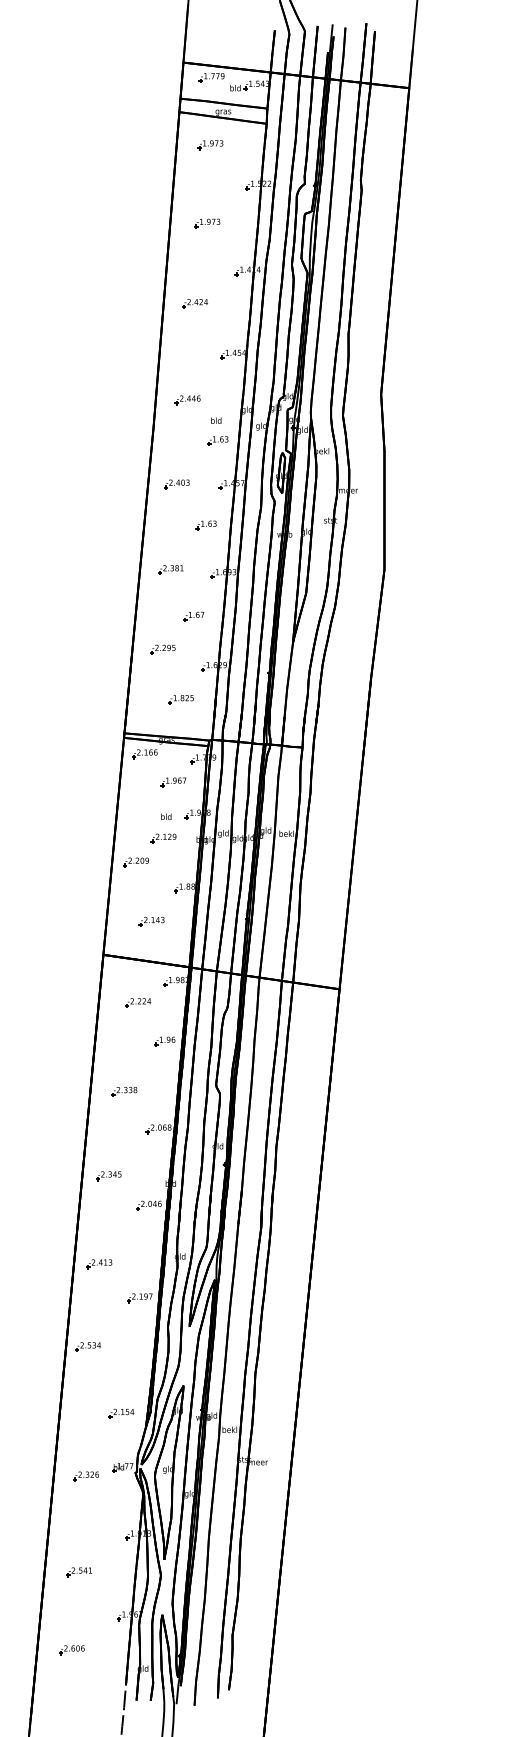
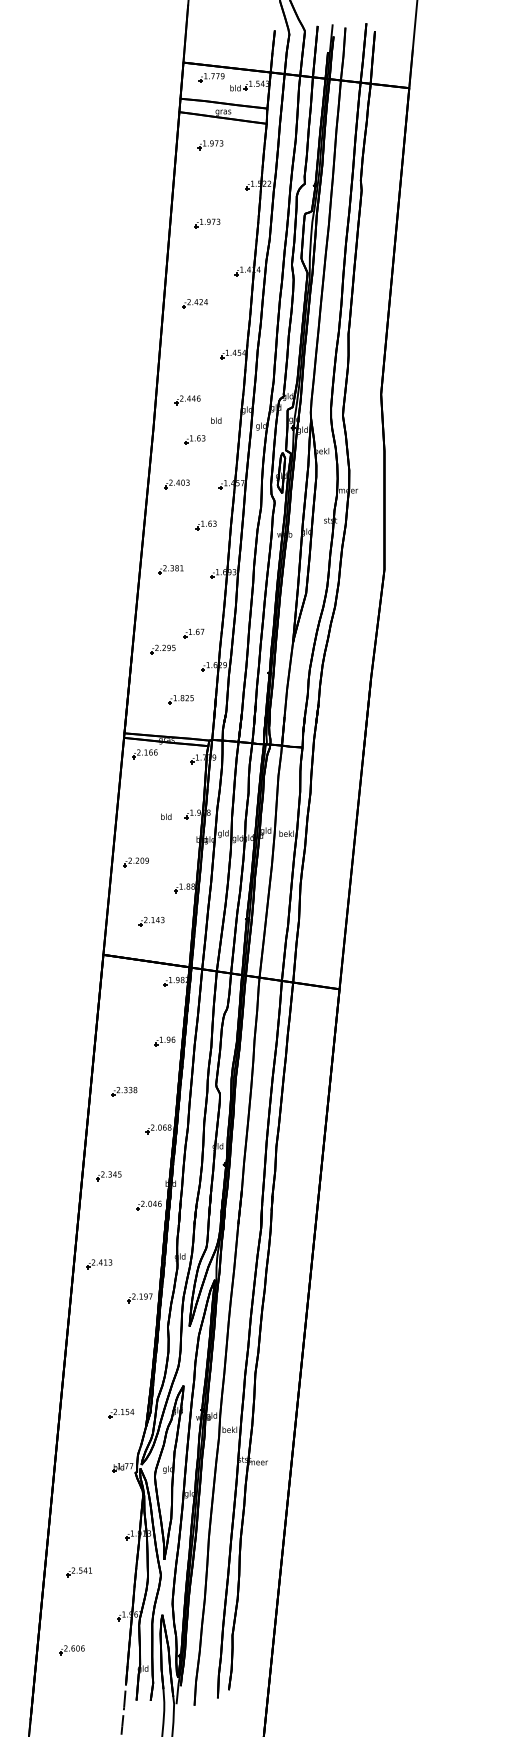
part at (217, 440) position: (217, 440) -> (194, 439)
part at (193, 616) position: (193, 616) -> (193, 633)
part at (173, 782): present -> none
part at (163, 838): present -> none
part at (138, 1002): present -> none
part at (87, 1346): present -> none
part at (85, 1476): present -> none
